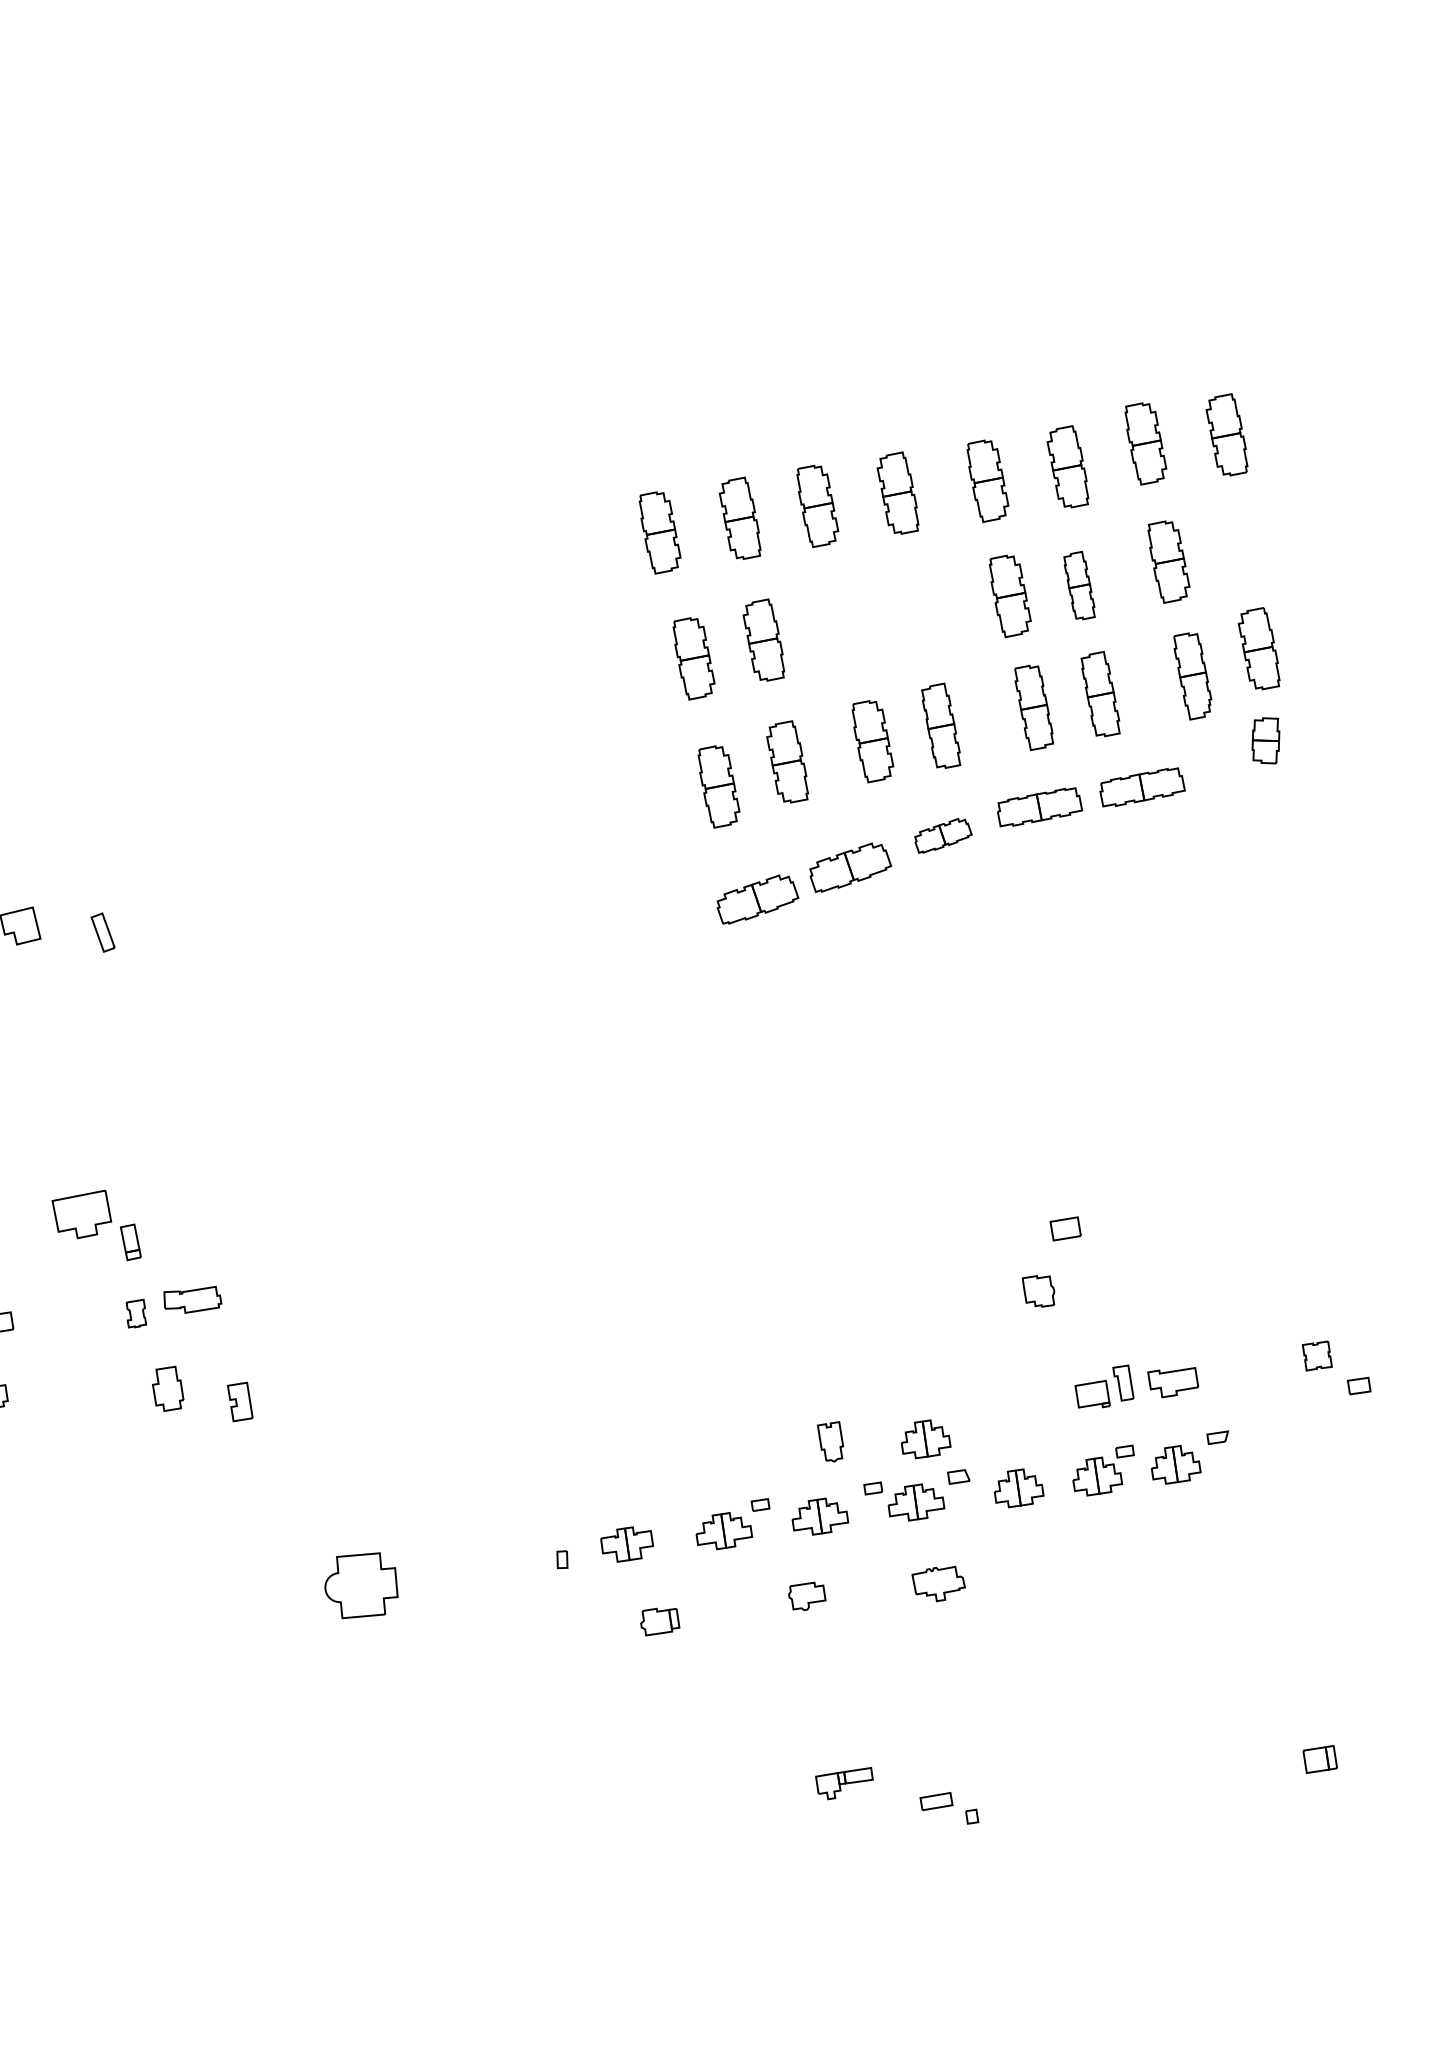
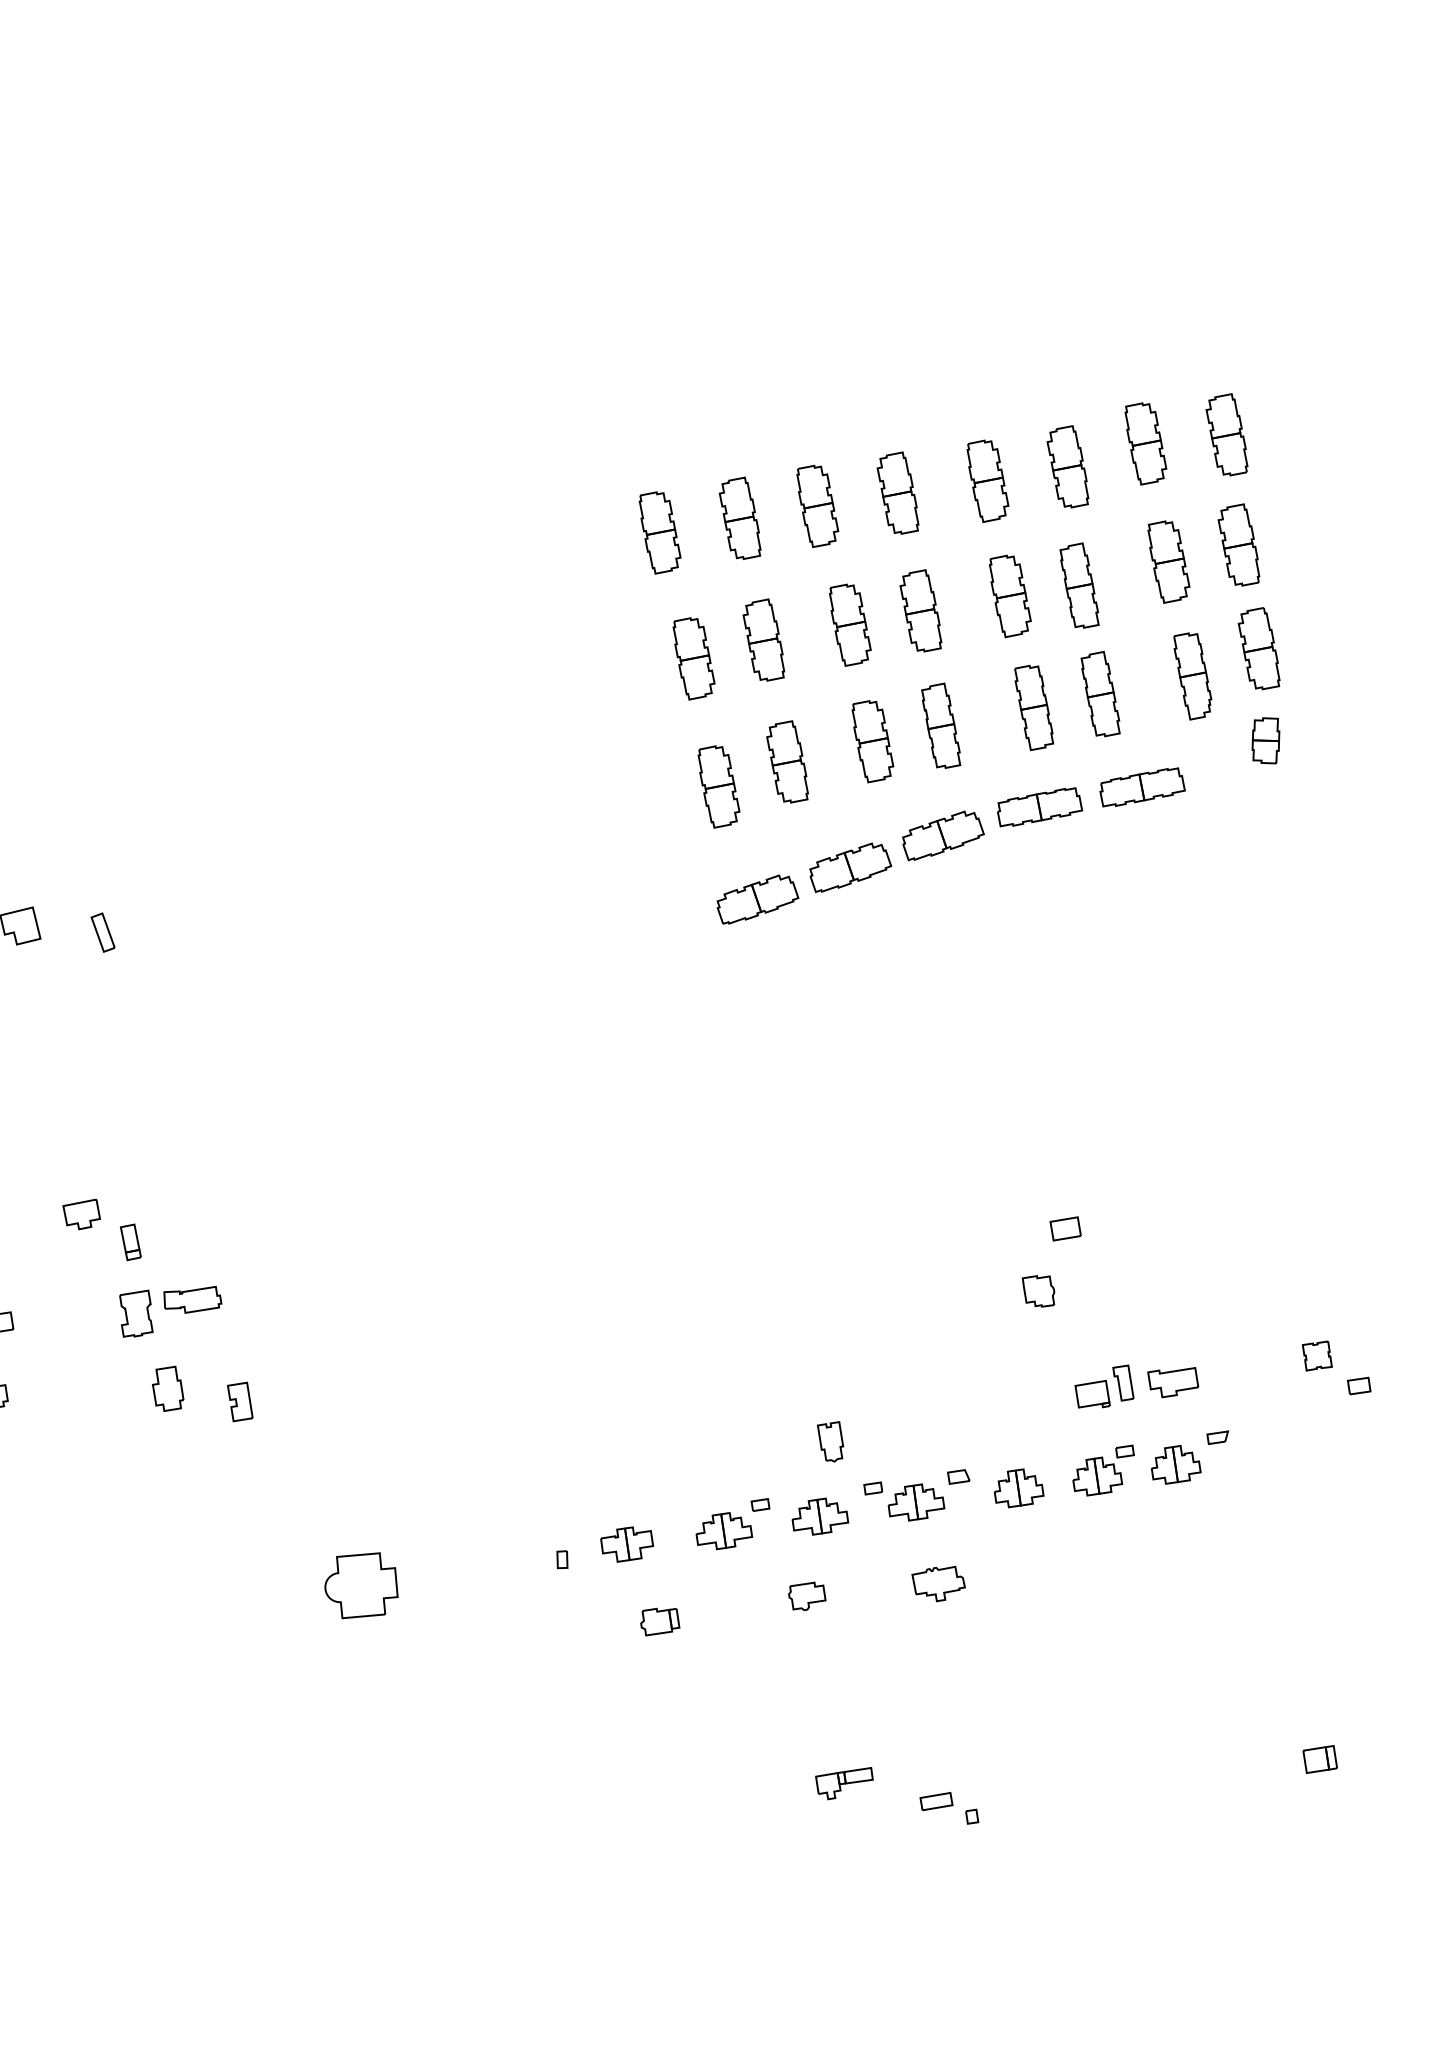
part at (1238, 544): none -> present
part at (1079, 585) size: 33x71 px -> 41x87 px
part at (920, 610): none -> present
part at (850, 624): none -> present
part at (943, 835) size: 59x36 px -> 83x52 px
part at (81, 1214) size: 62x51 px -> 39x33 px
part at (136, 1313) size: 23x31 px -> 35x49 px
part at (925, 1439): present -> none
